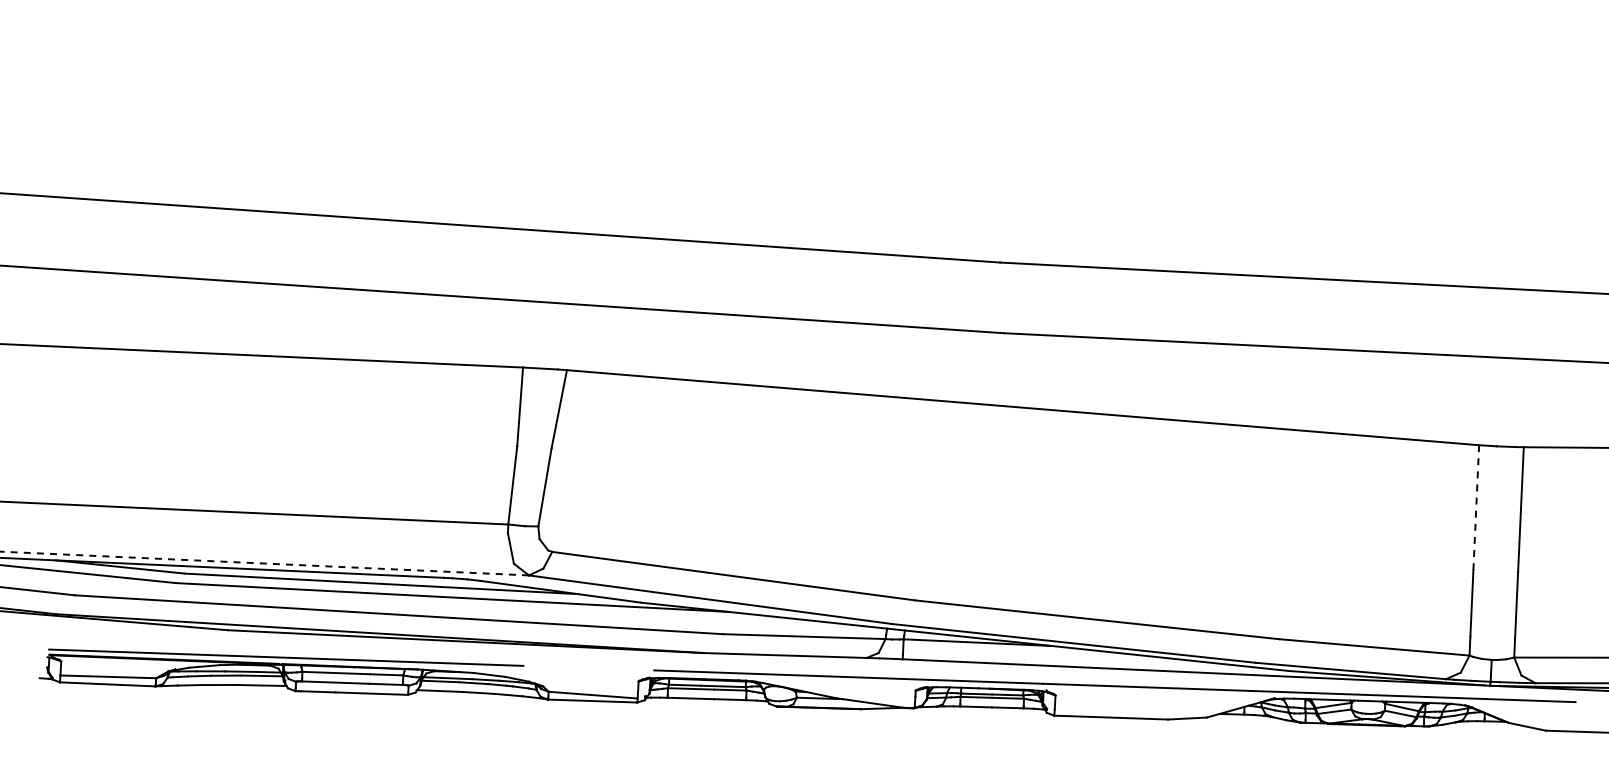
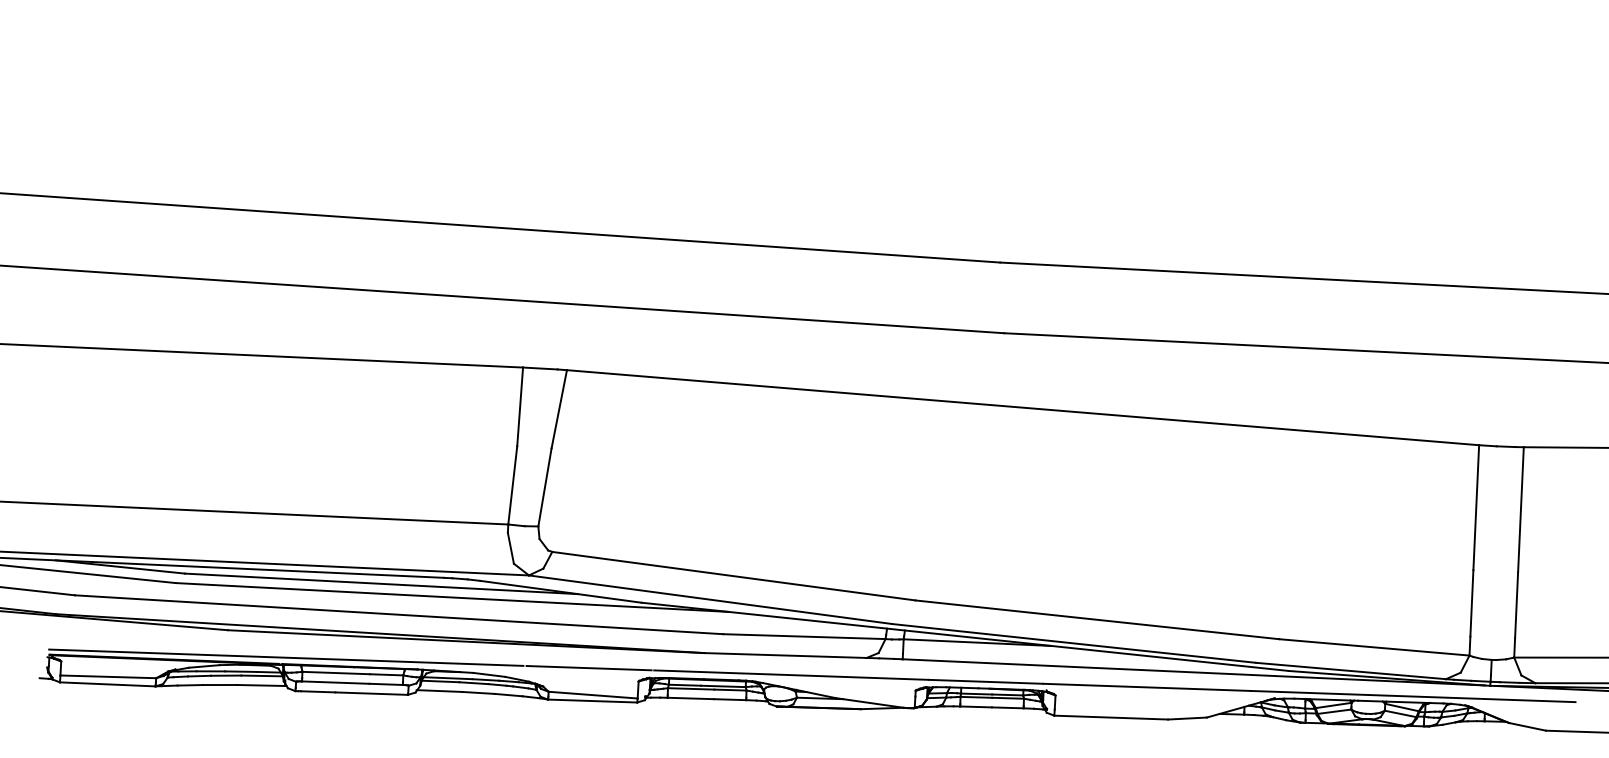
line at (1476, 507): dashed -> solid
line at (264, 563): dashed -> solid
line at (588, 668): none -> present
